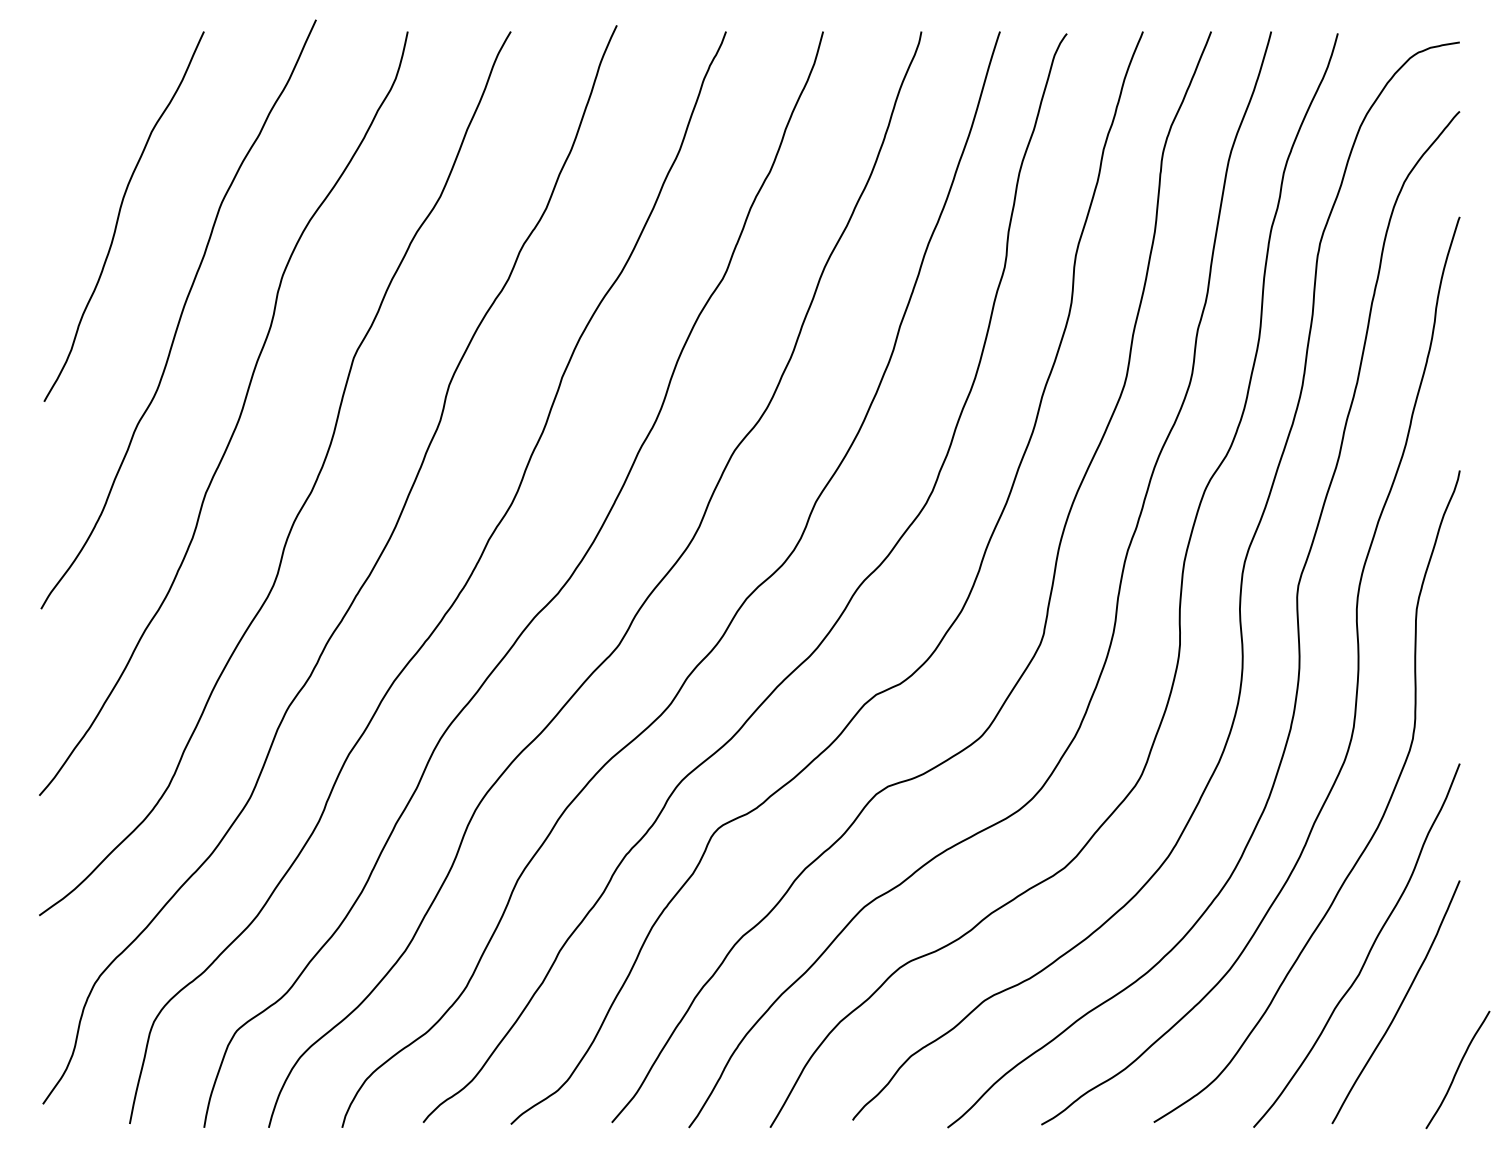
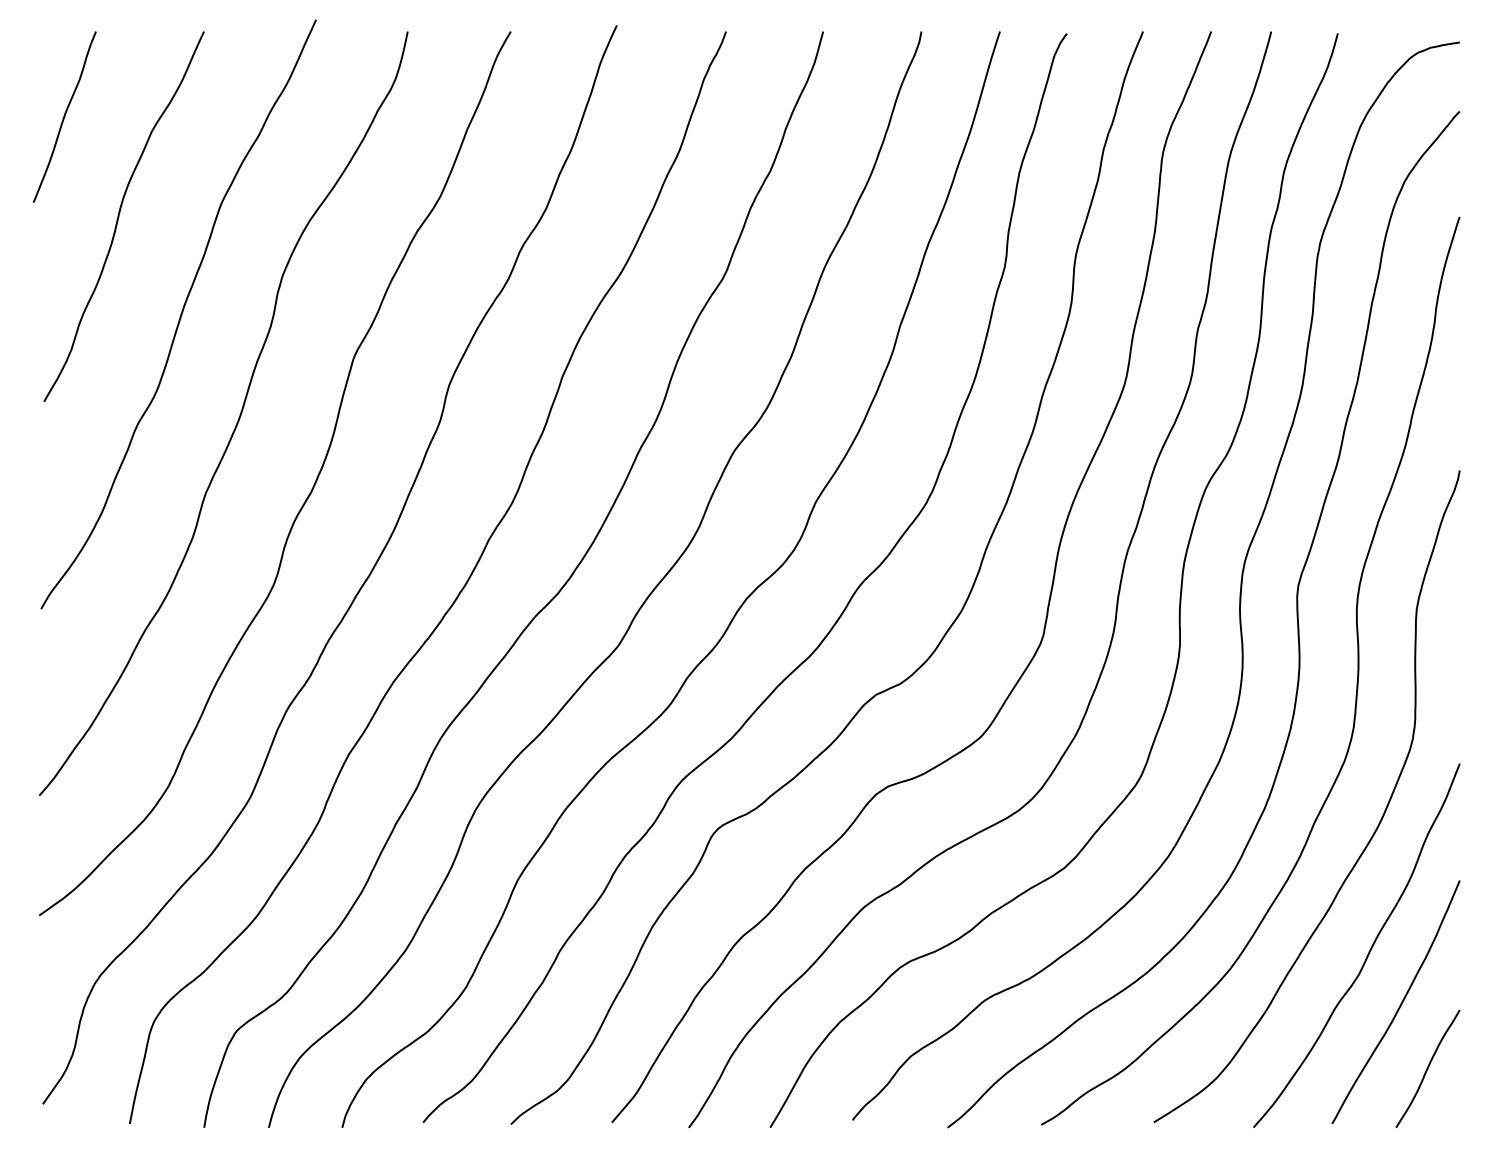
curve at (64, 116): none -> present
curve at (1457, 1069) position: (1457, 1069) -> (1427, 1068)
